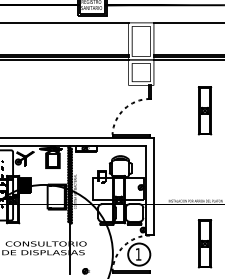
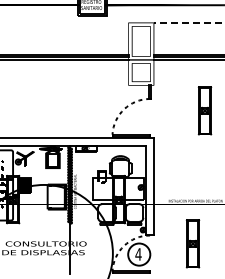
line at (65, 22): present -> none
line at (188, 22): solid -> dashed
part at (204, 243) position: (204, 243) -> (192, 243)
text at (138, 254): 1 -> 4
part at (85, 271): present -> none
